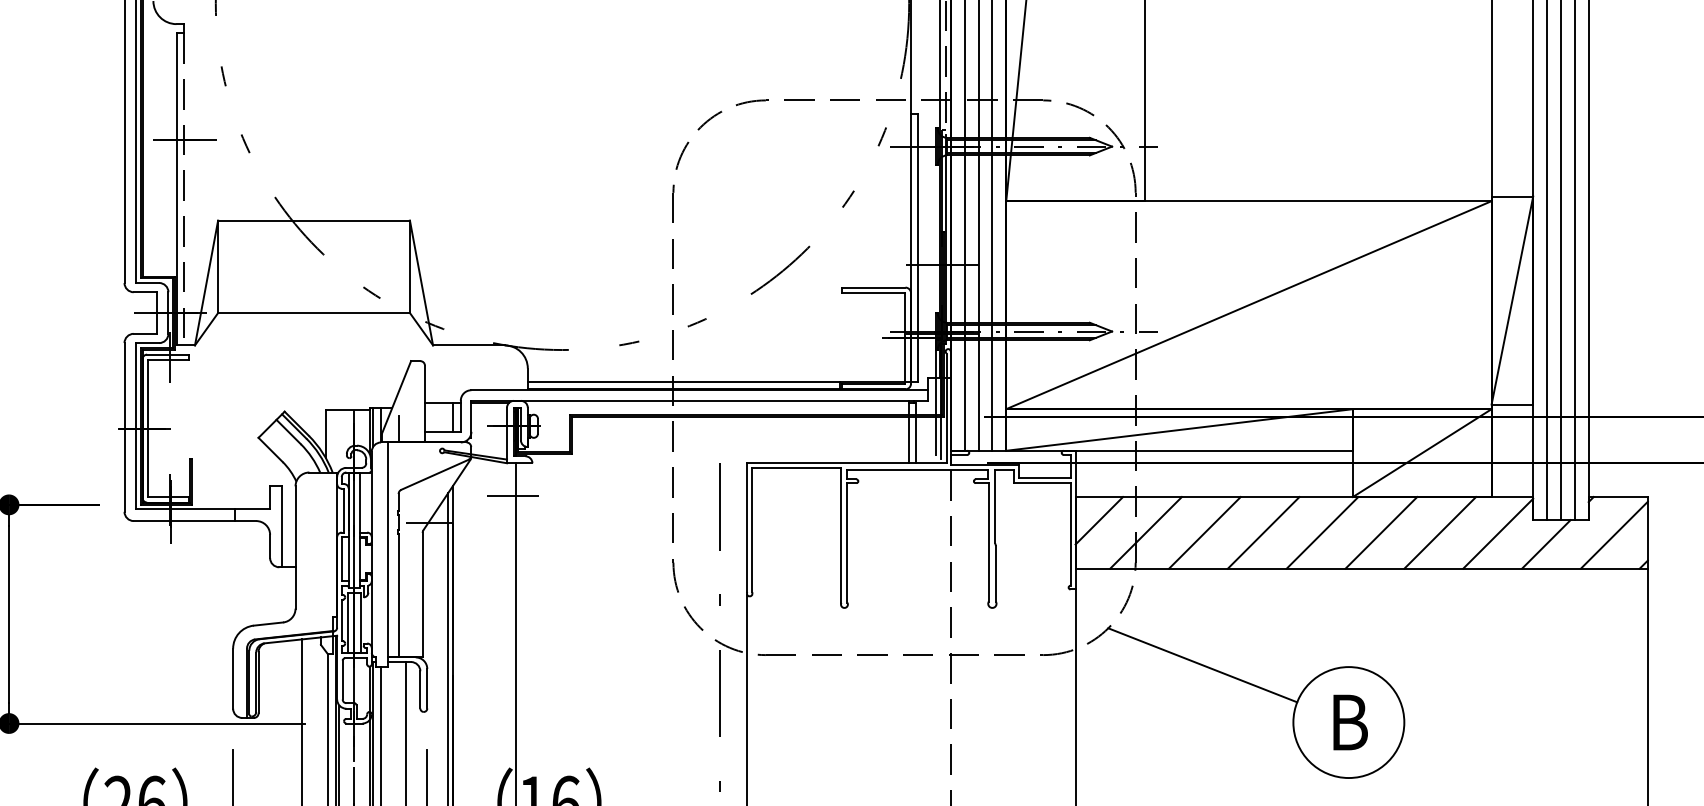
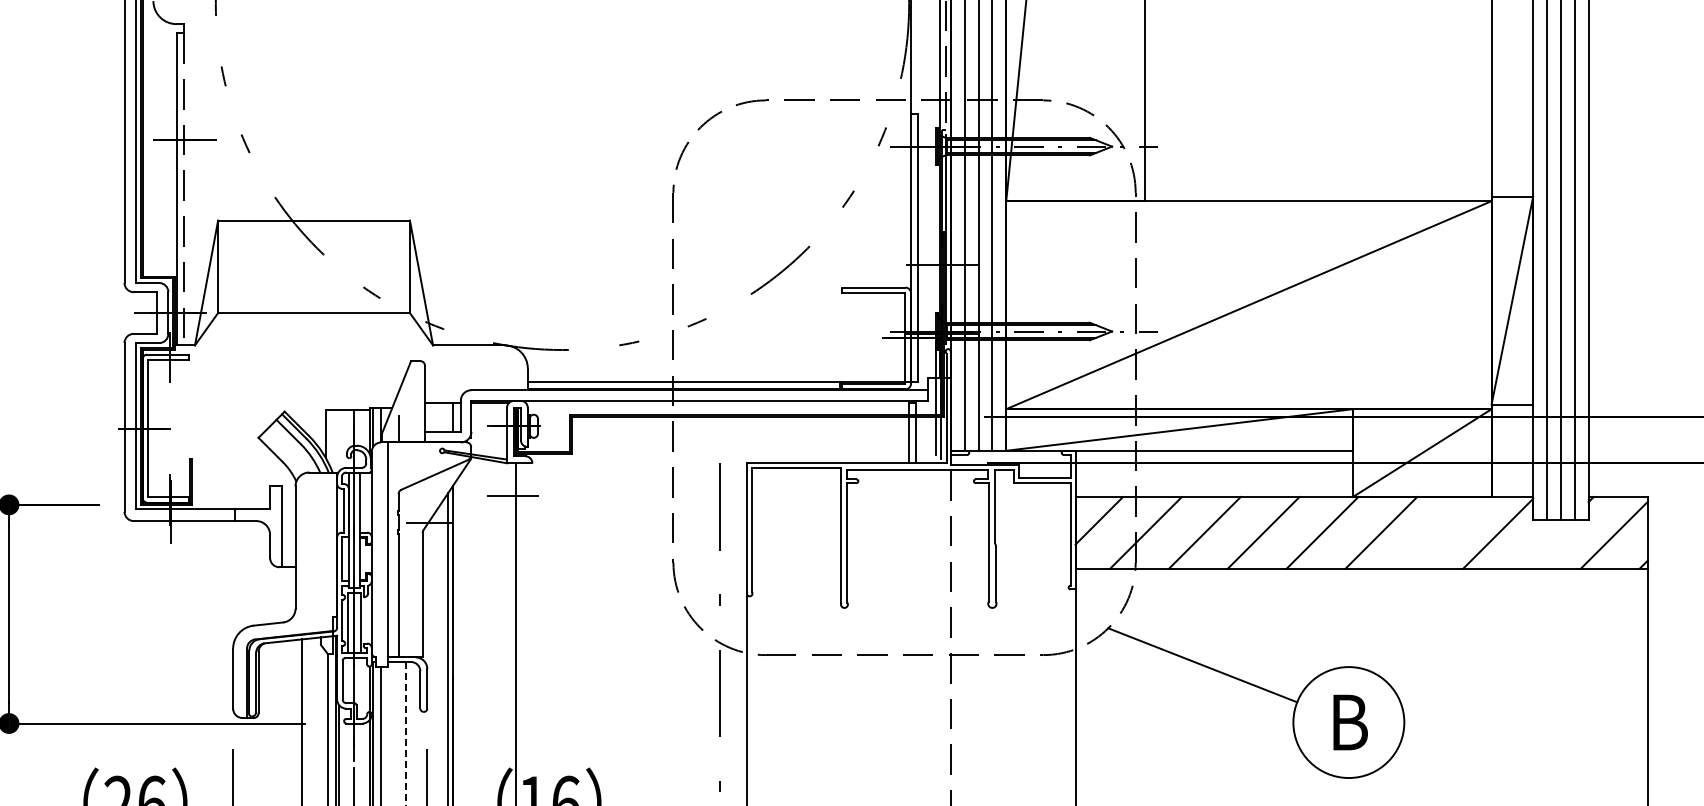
line at (1440, 532): present -> none
line at (1546, 544): present -> none
line at (406, 733): solid -> dashed
